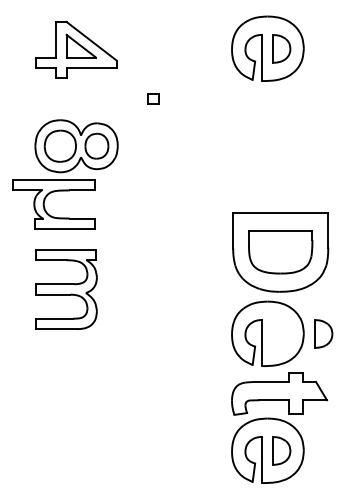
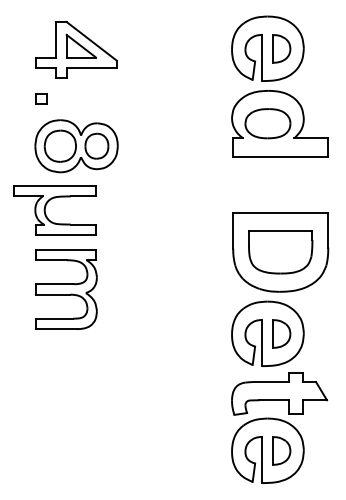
part at (153, 98) position: (153, 98) -> (41, 98)
part at (279, 123): none -> present
part at (45, 207) position: (45, 207) -> (46, 213)
part at (323, 333) position: (323, 333) -> (281, 333)
